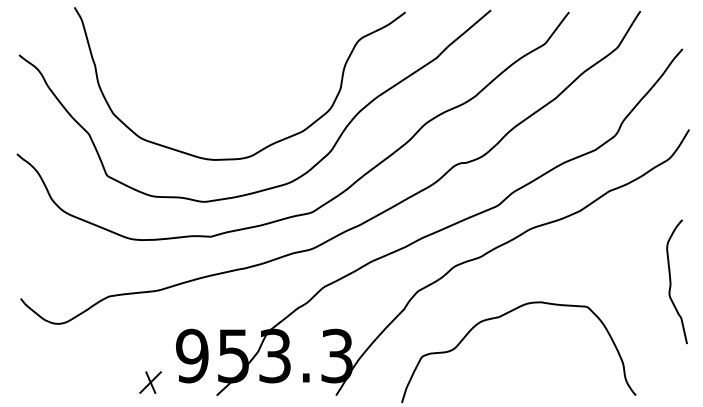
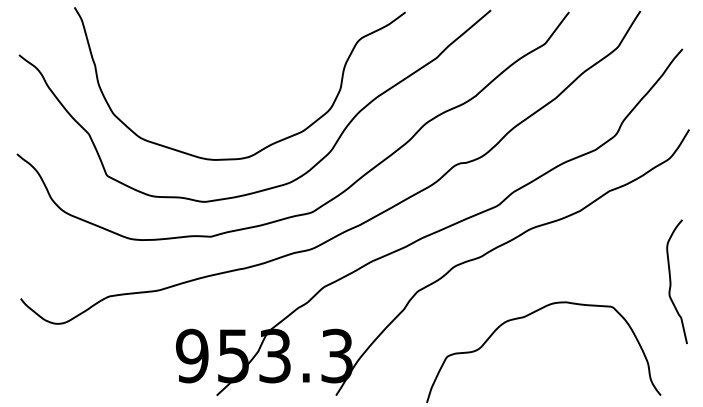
curve at (500, 317) position: (500, 317) -> (525, 317)
part at (150, 382): present -> none
